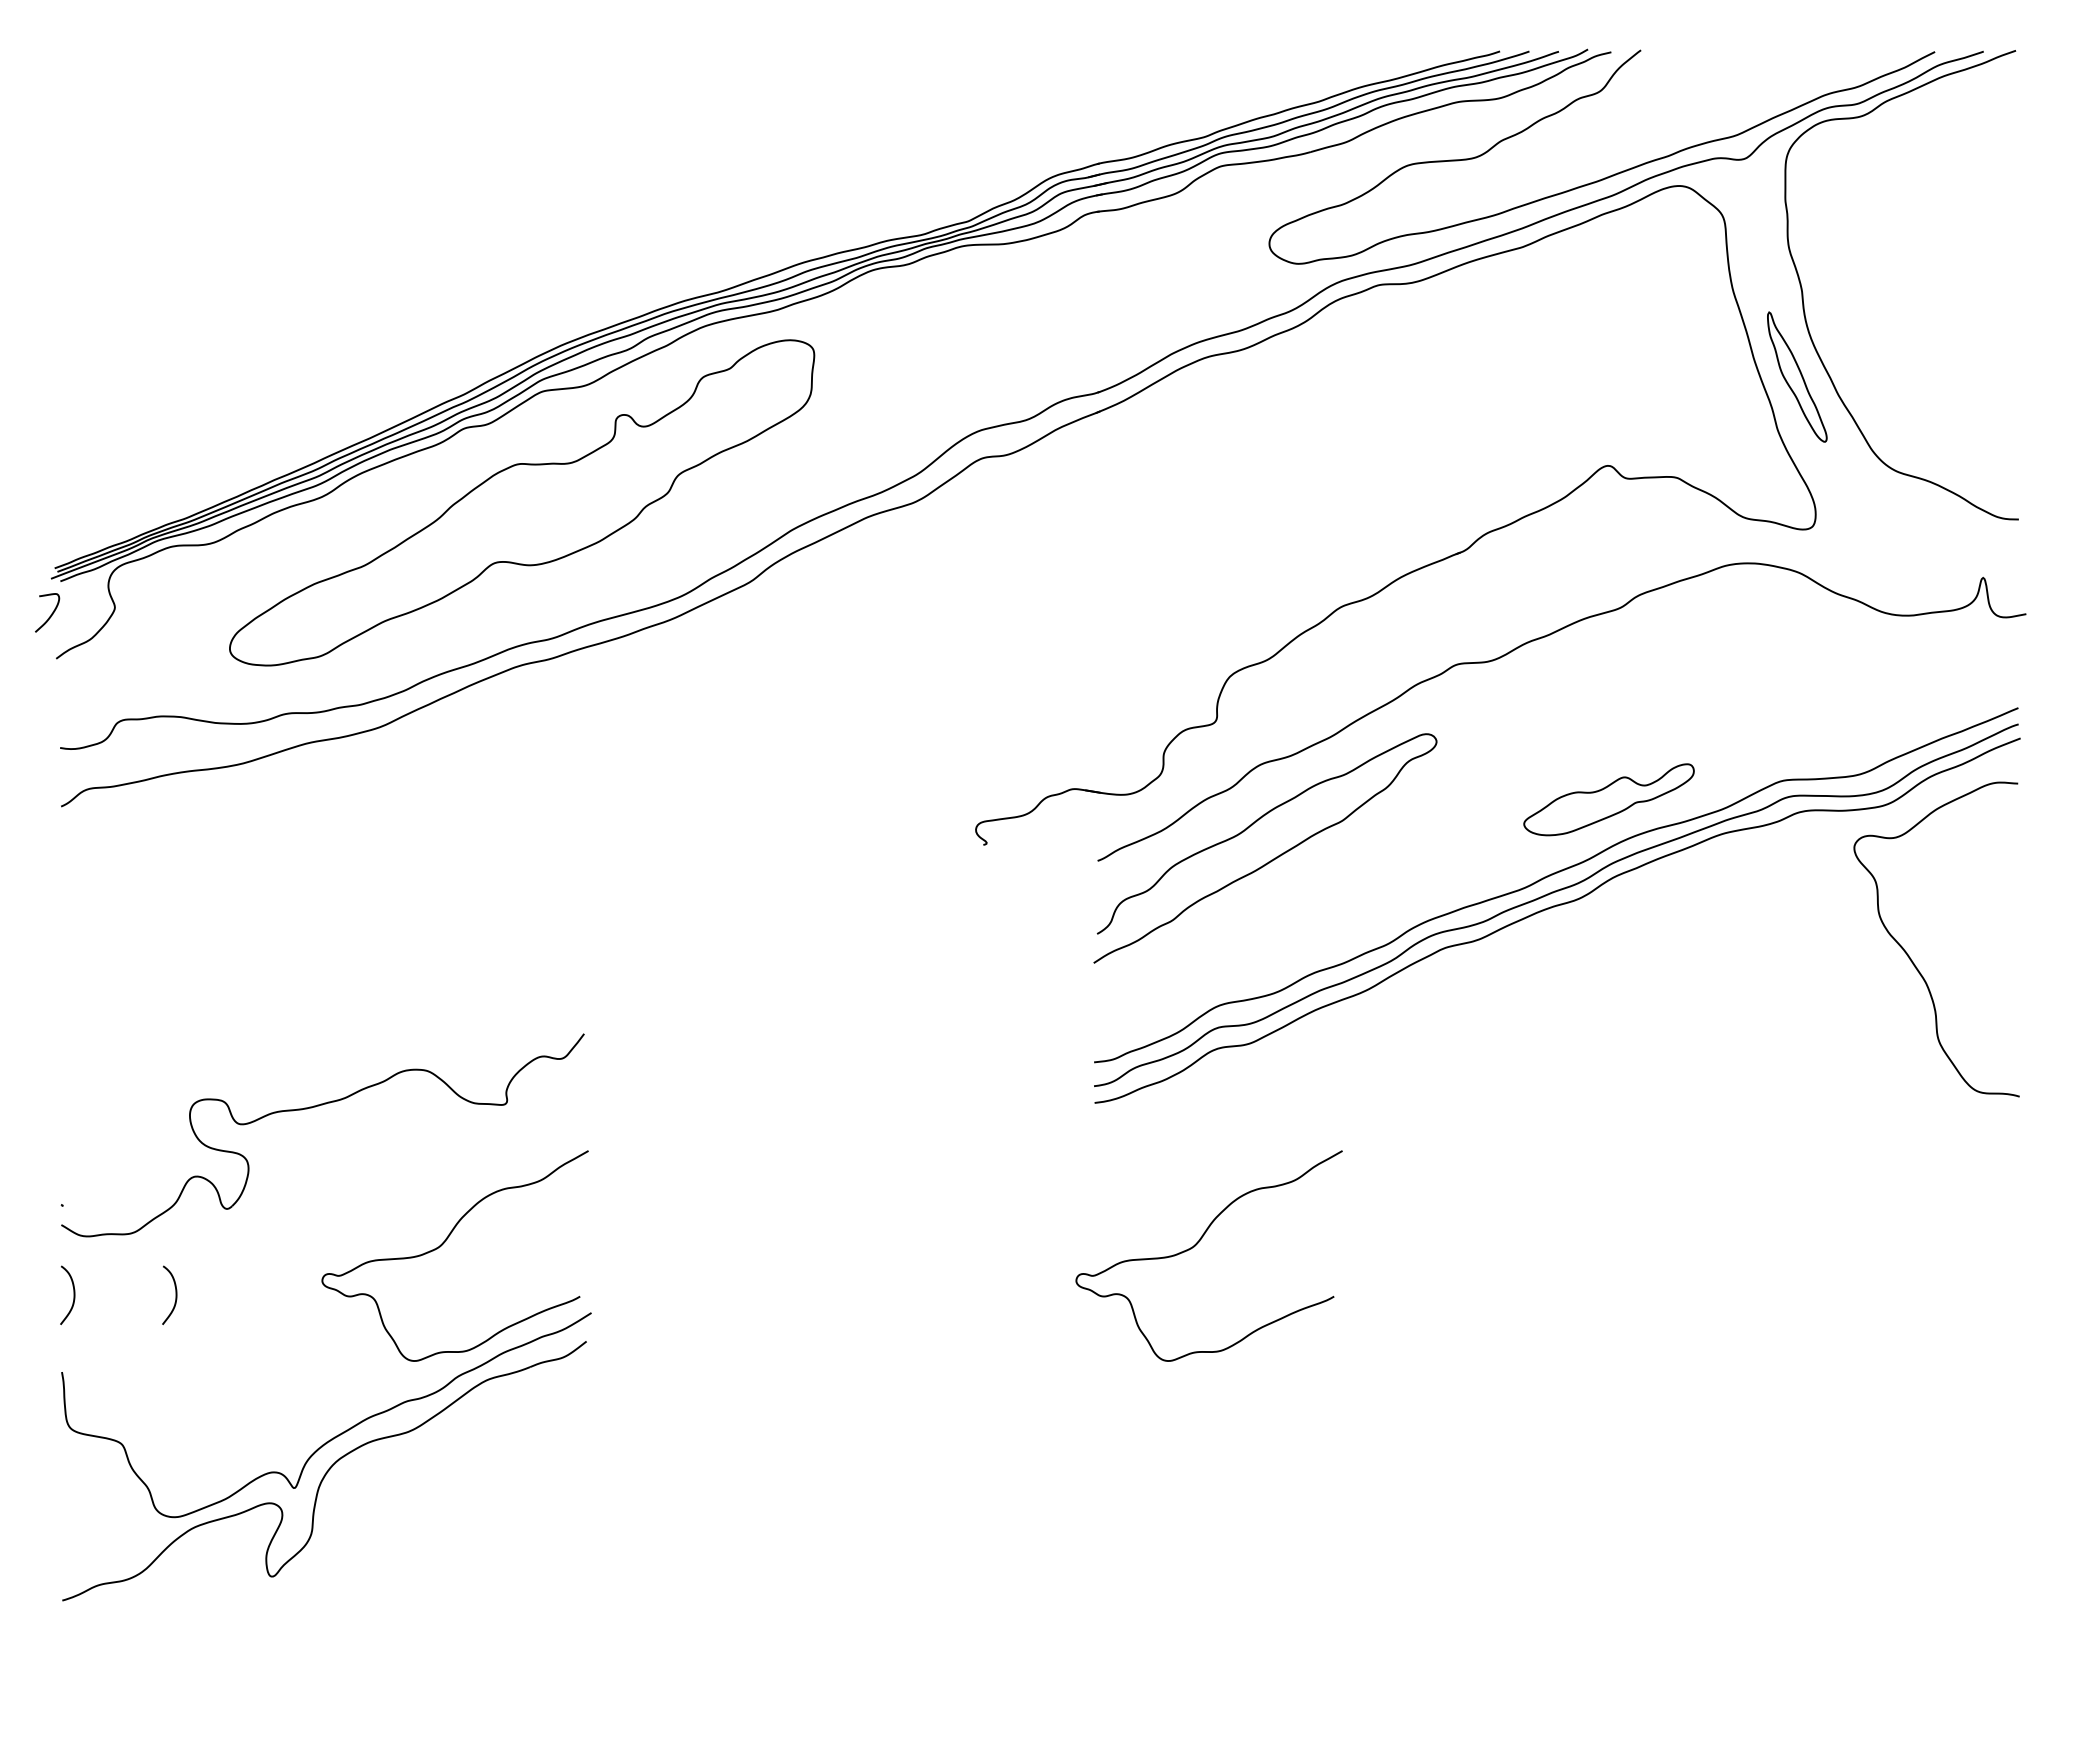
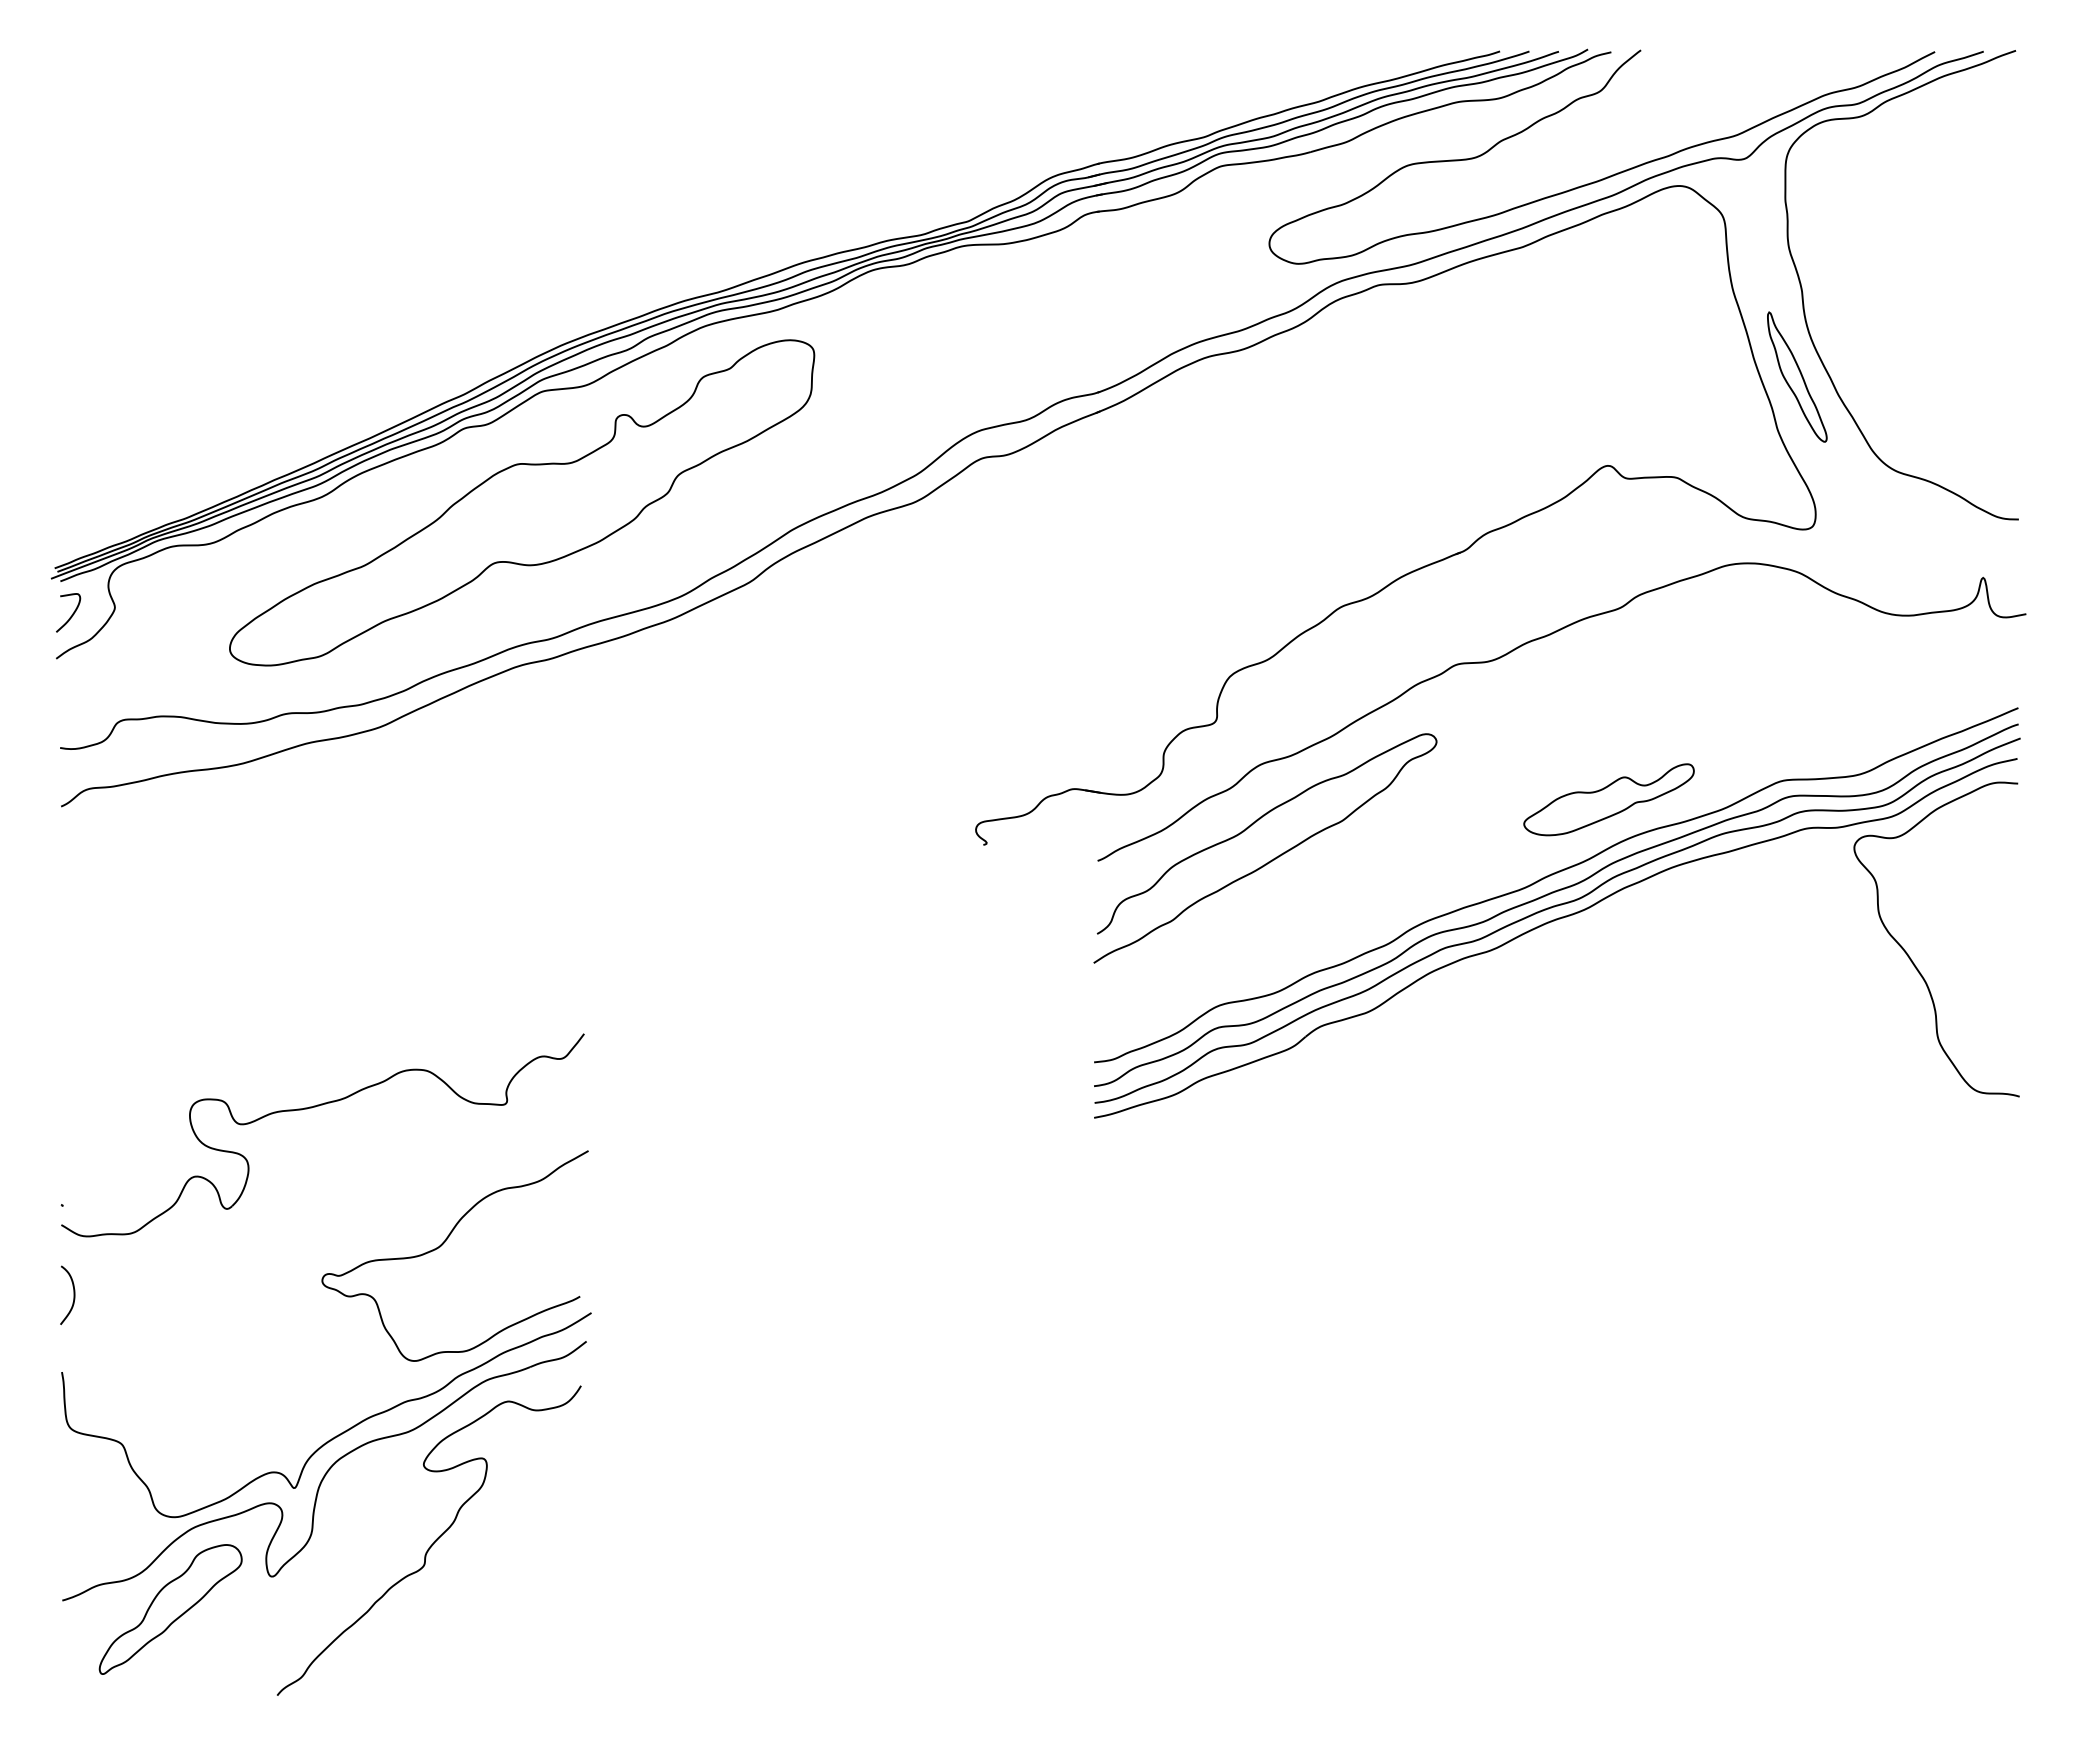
curve at (51, 613) position: (51, 613) -> (72, 613)
part at (1549, 923): none -> present
curve at (1197, 1244): present -> none
curve at (175, 1294): present -> none
curve at (432, 1543): none -> present
part at (170, 1609): none -> present
